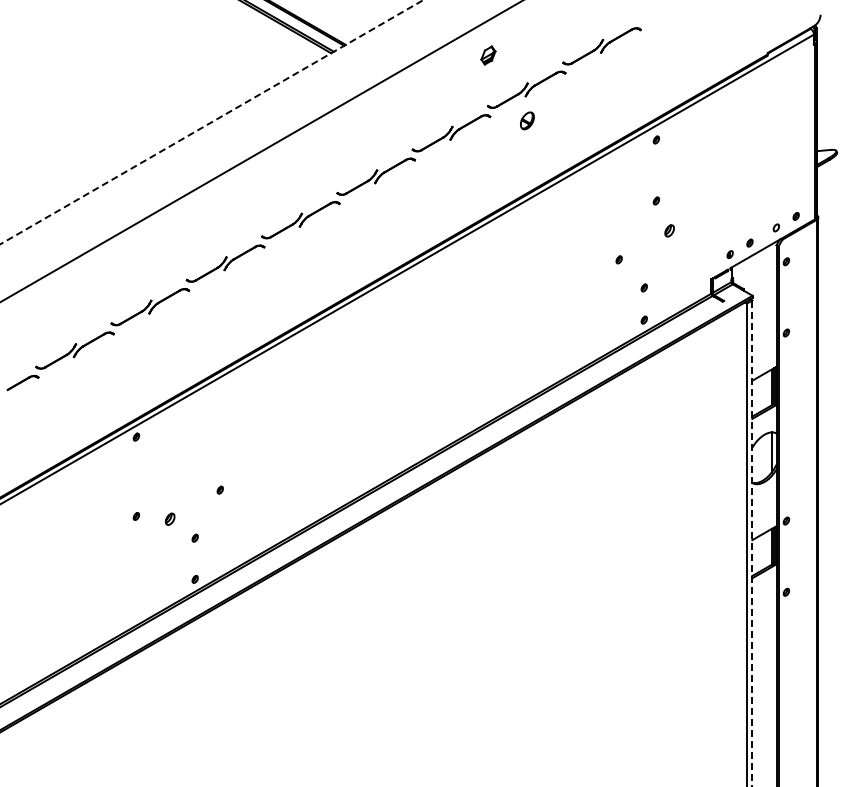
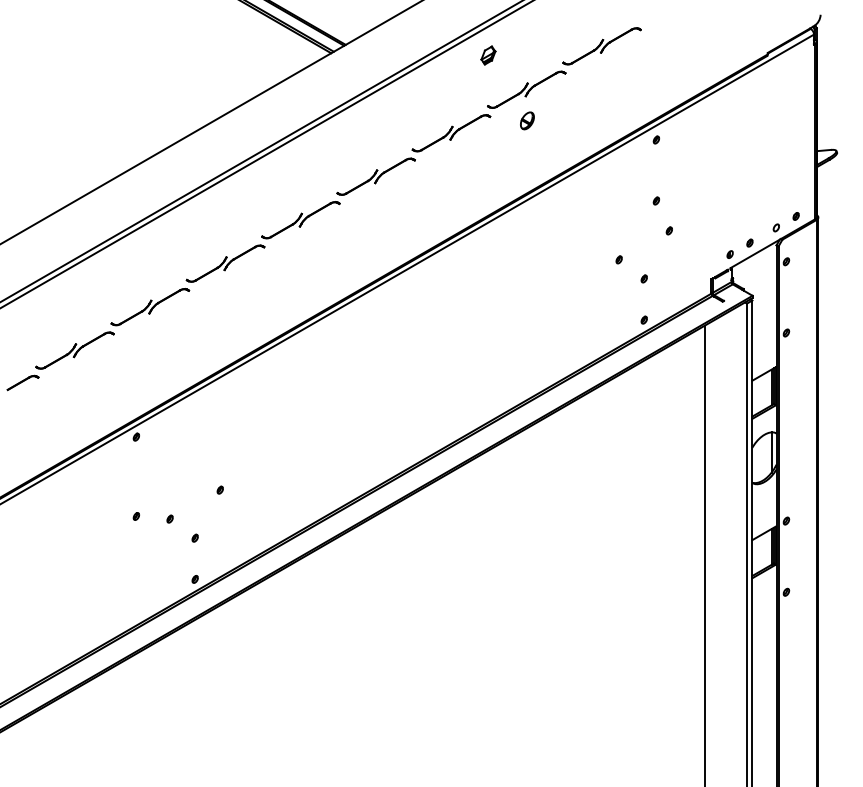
line at (211, 122): dashed -> solid
line at (266, 154): none -> present
part at (669, 230) size: 11x14 px -> 8x10 px
part at (643, 287) position: (643, 287) -> (643, 278)
part at (169, 518) size: 12x14 px -> 8x10 px
line at (752, 543): dashed -> solid
line at (704, 554): none -> present
